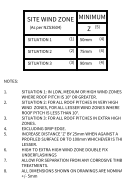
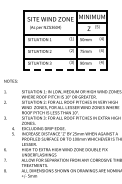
line at (65, 70): solid -> dashed
text at (5, 131) position: (5, 131) -> (13, 131)
